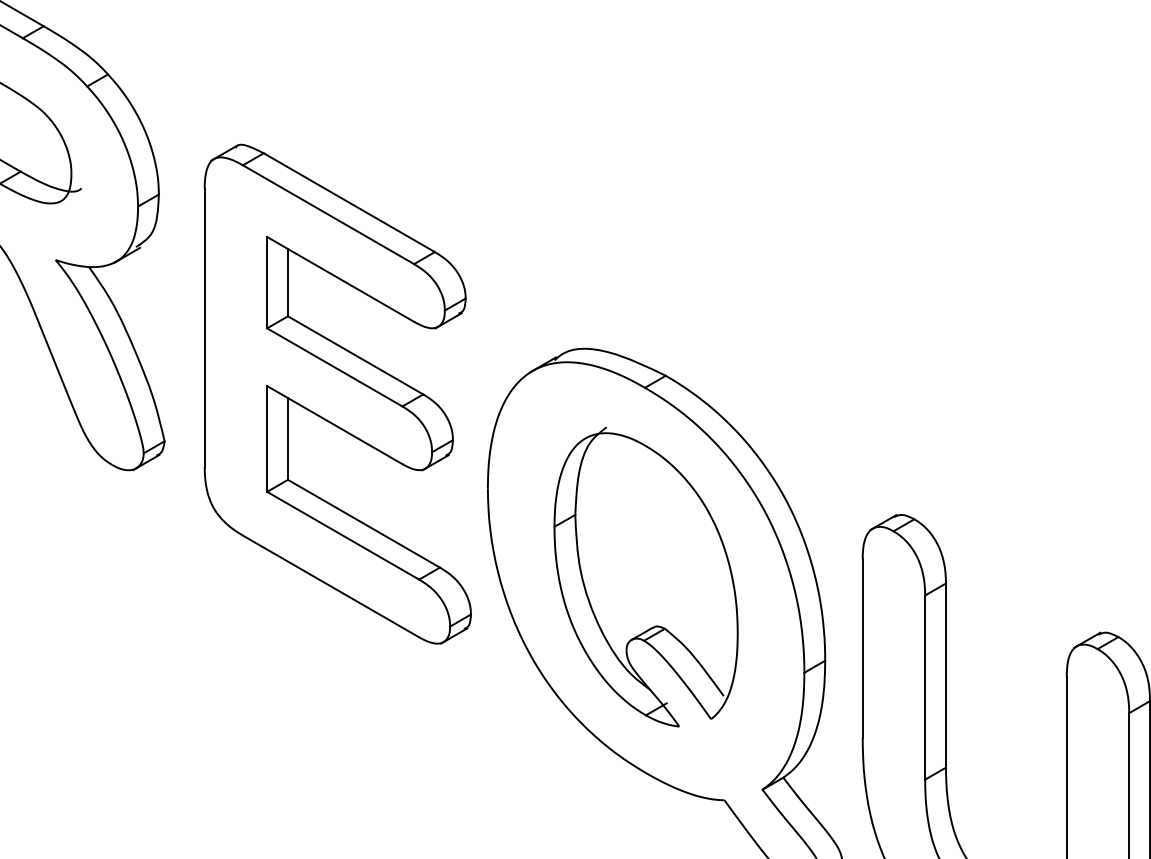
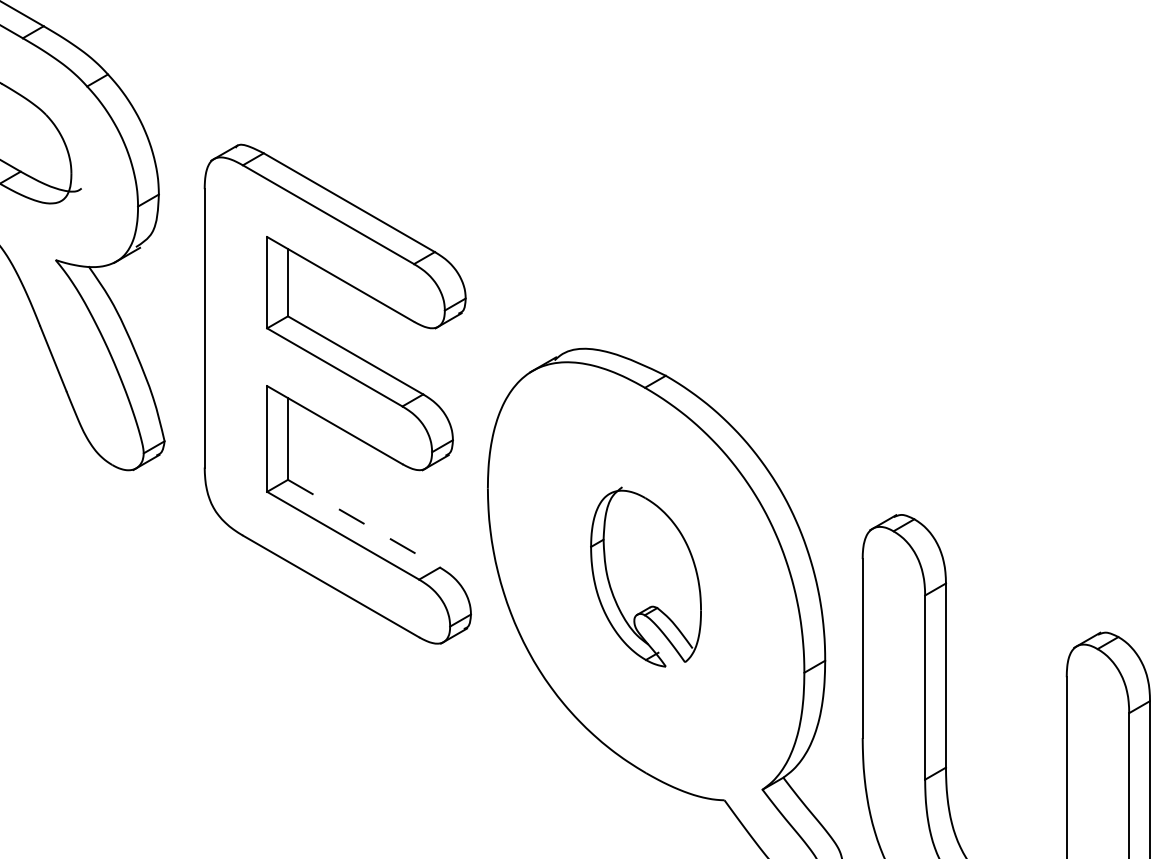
line at (363, 523): solid -> dashed
part at (645, 576) size: 186x302 px -> 112x182 px
